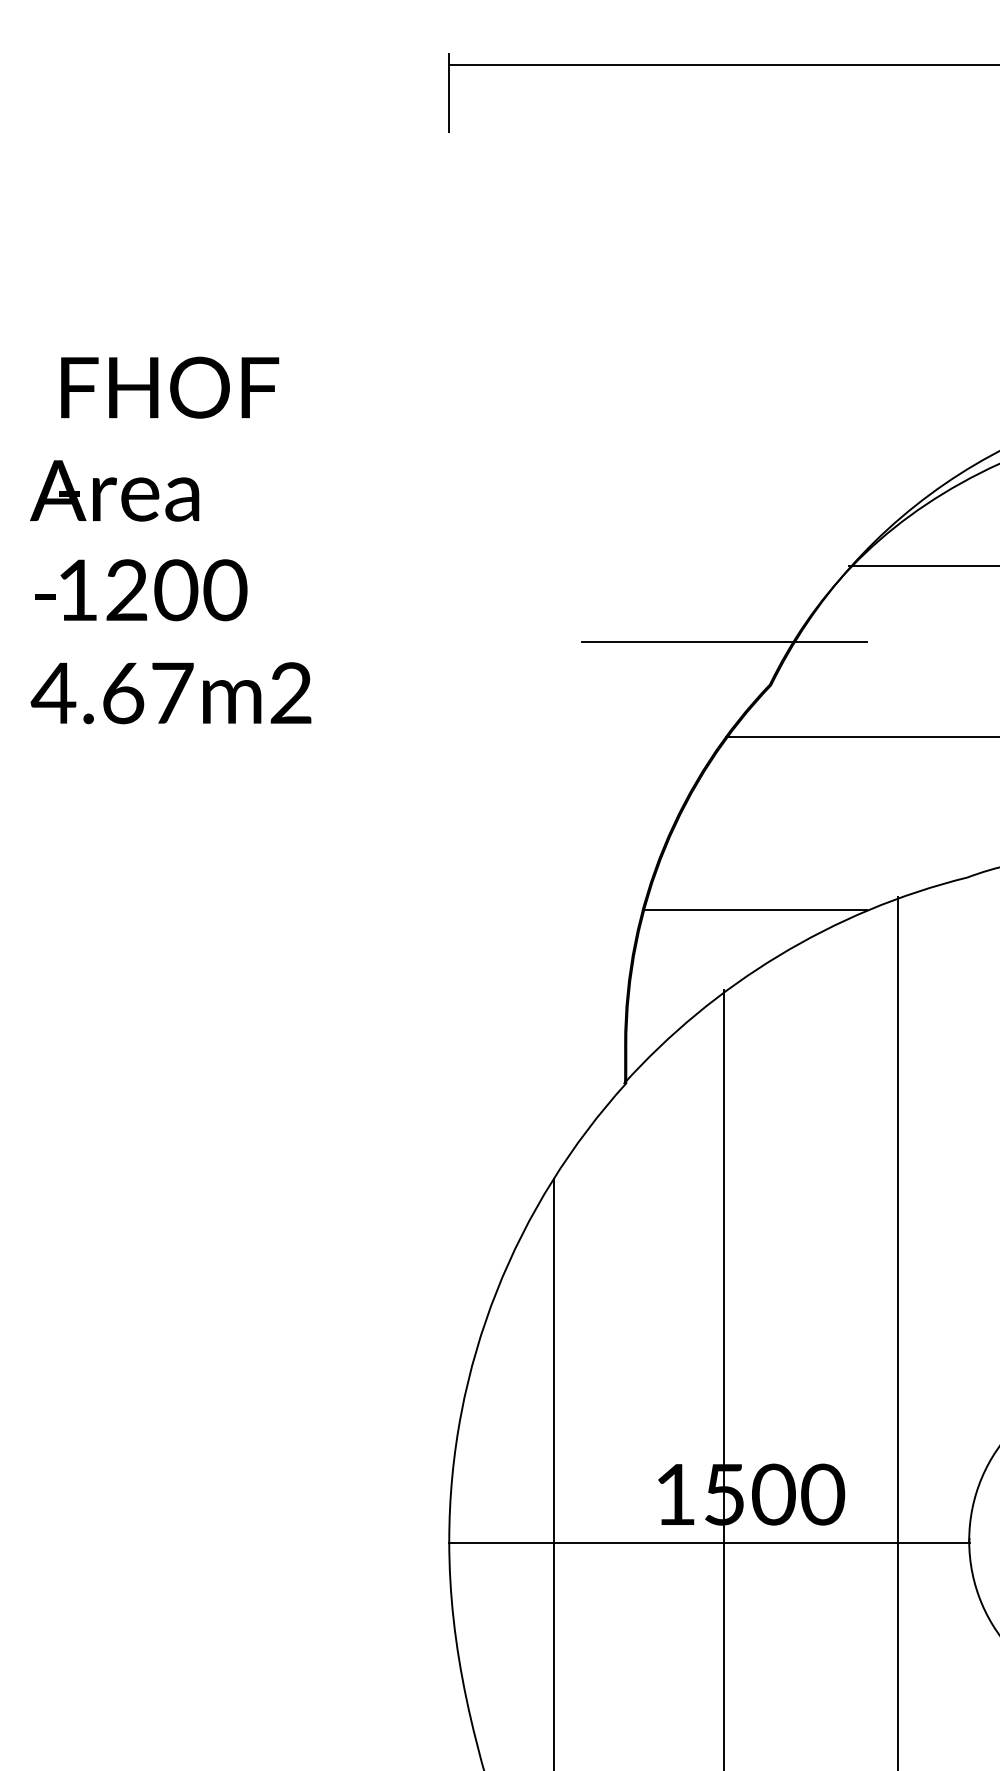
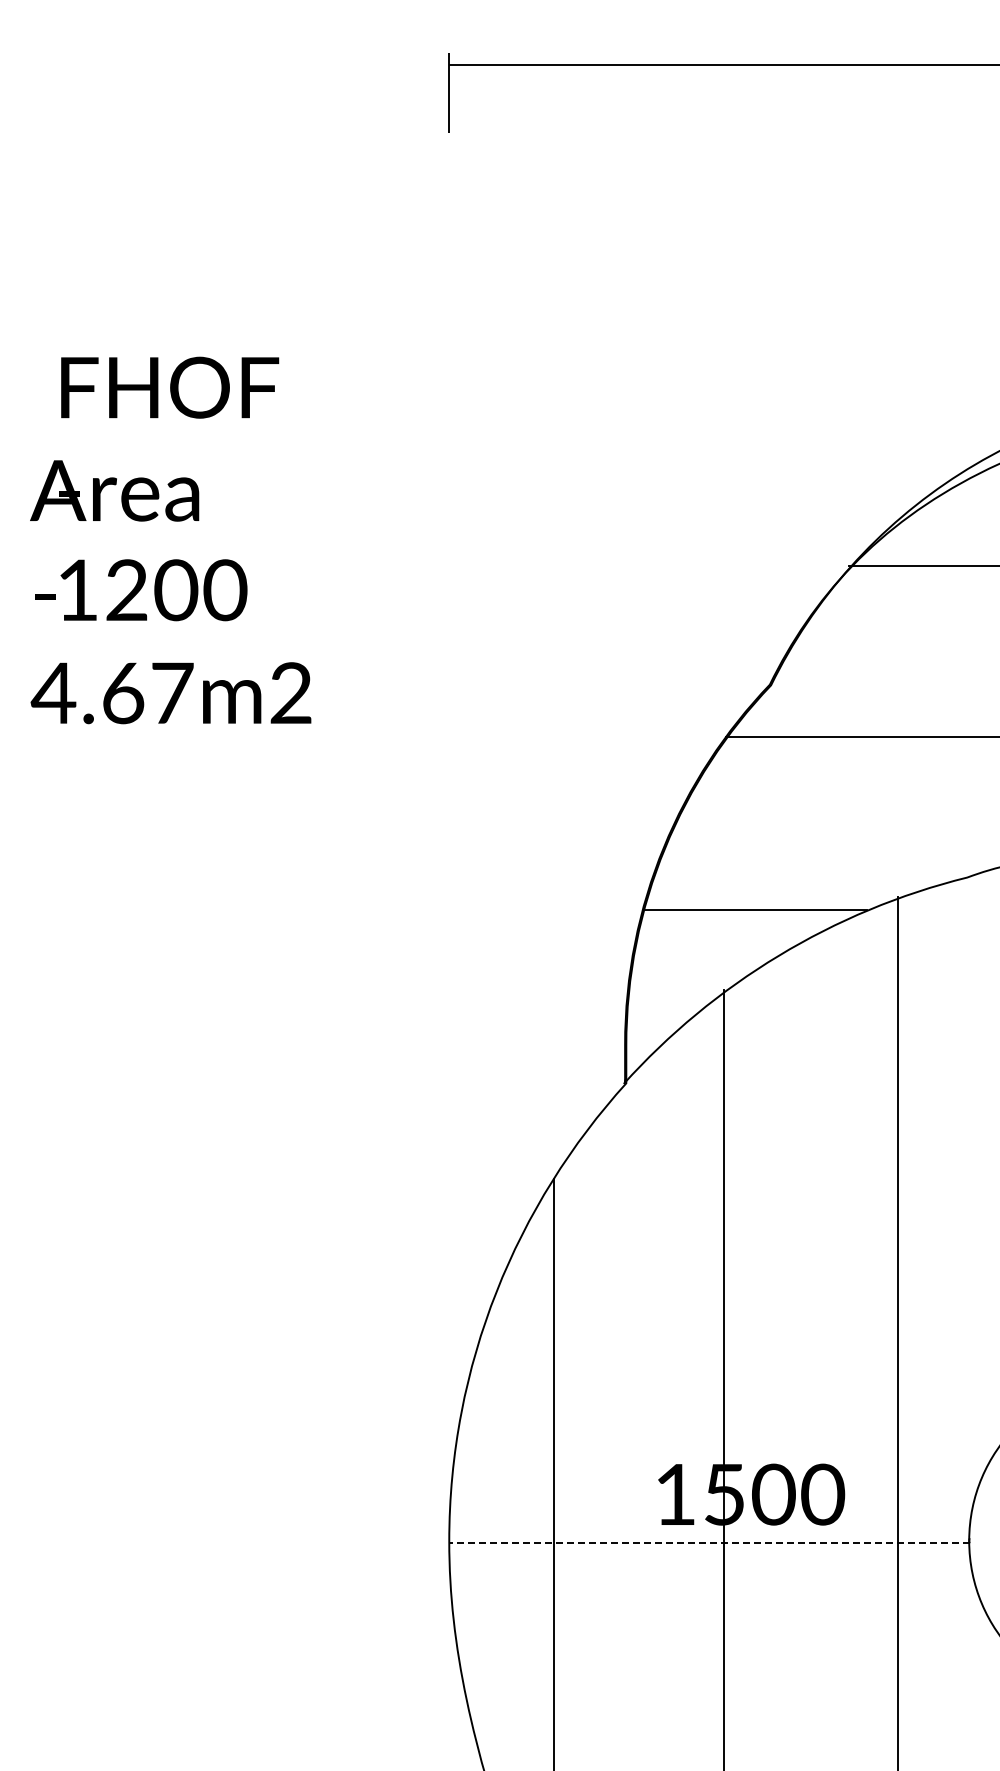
line at (723, 642): present -> none
line at (709, 1543): solid -> dashed
